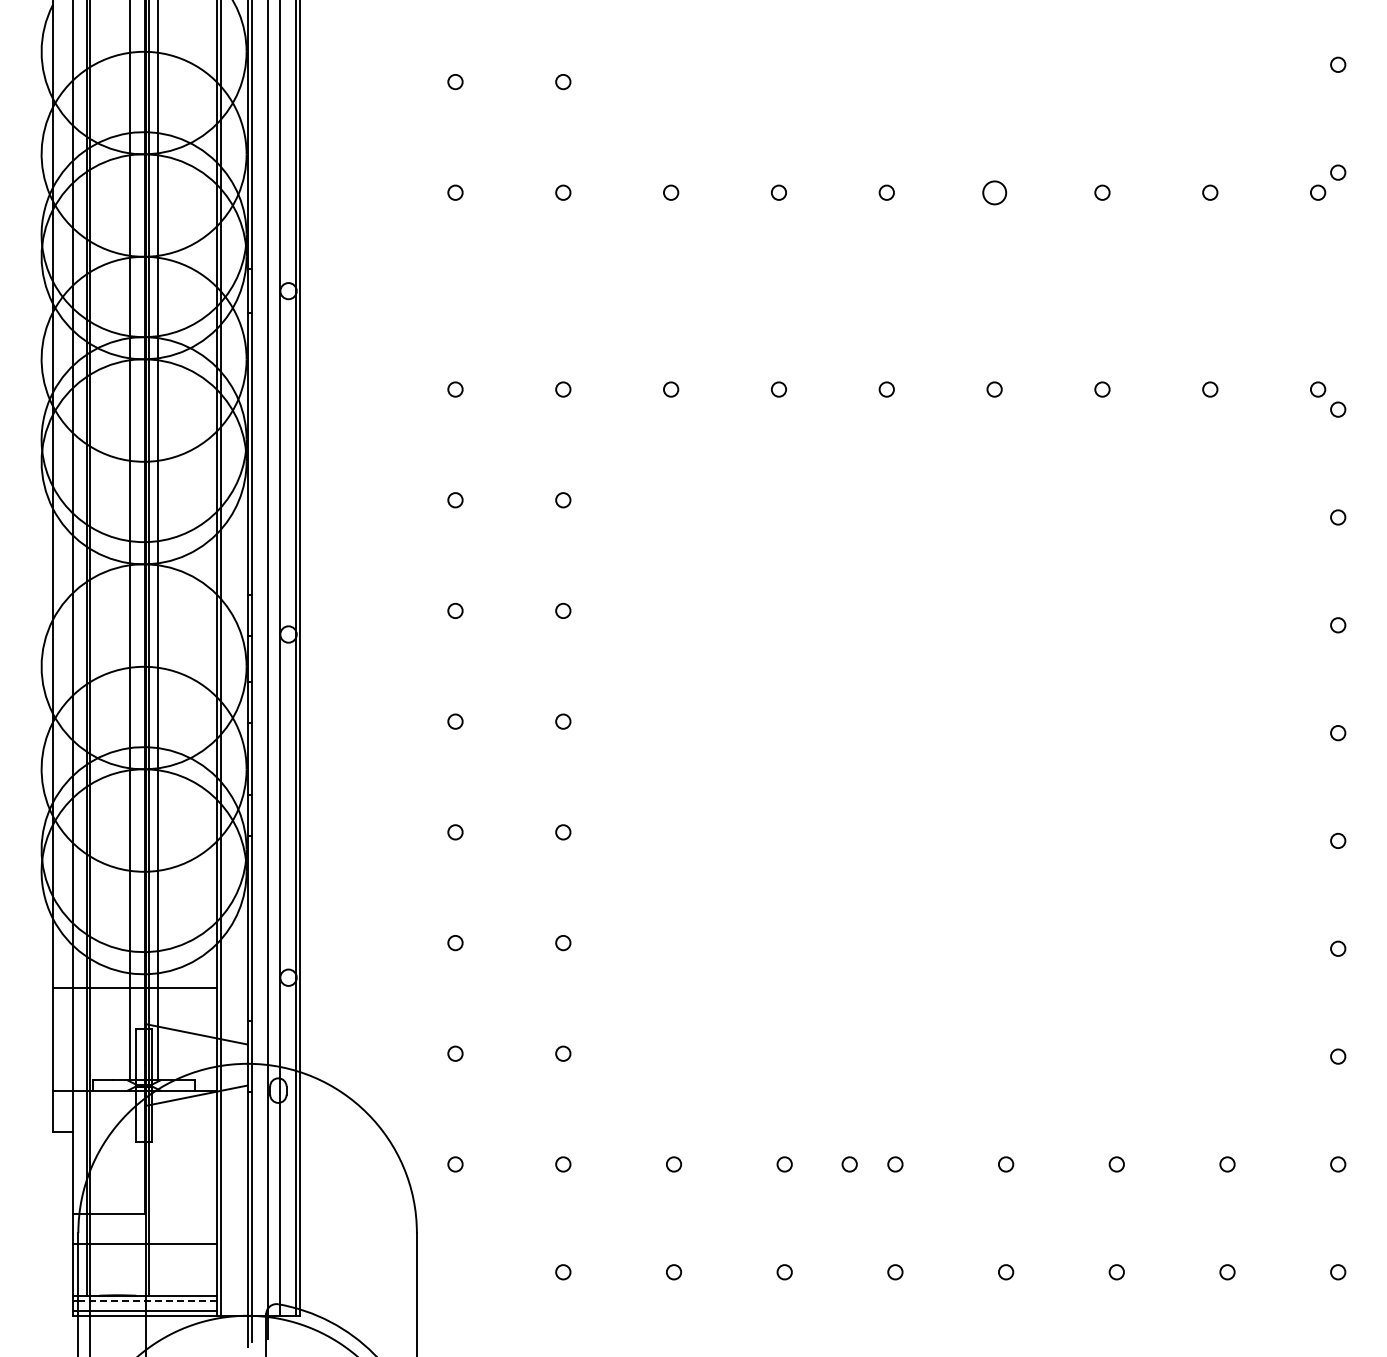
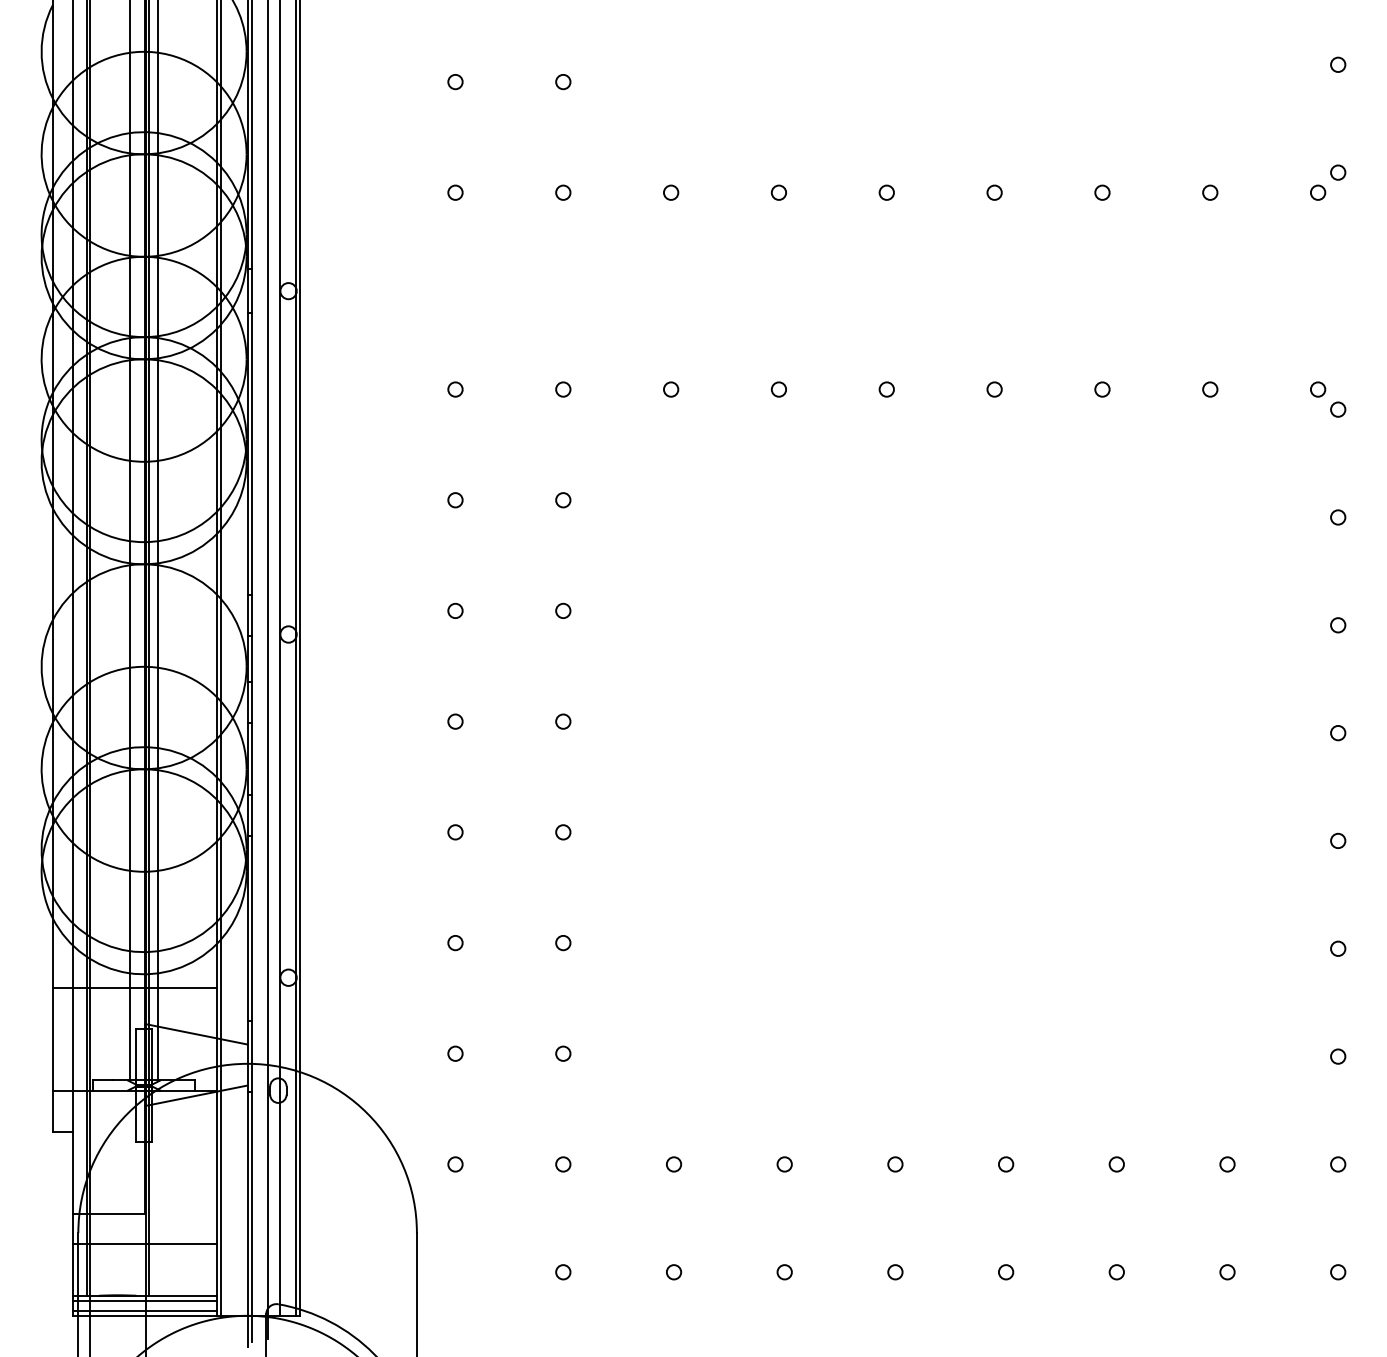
circle at (994, 192) size: 26x26 px -> 17x17 px
circle at (849, 1164): present -> none
line at (148, 1300): dashed -> solid
